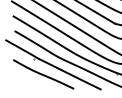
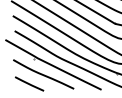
line at (29, 83): none -> present
